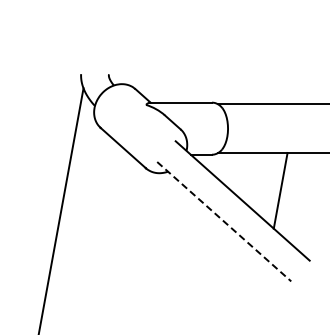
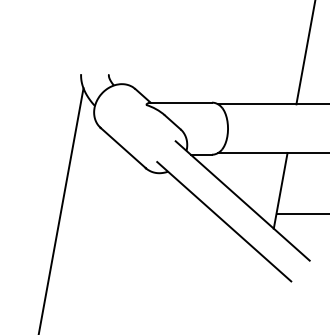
line at (305, 53): none -> present
line at (301, 213): none -> present
line at (224, 221): dashed -> solid
